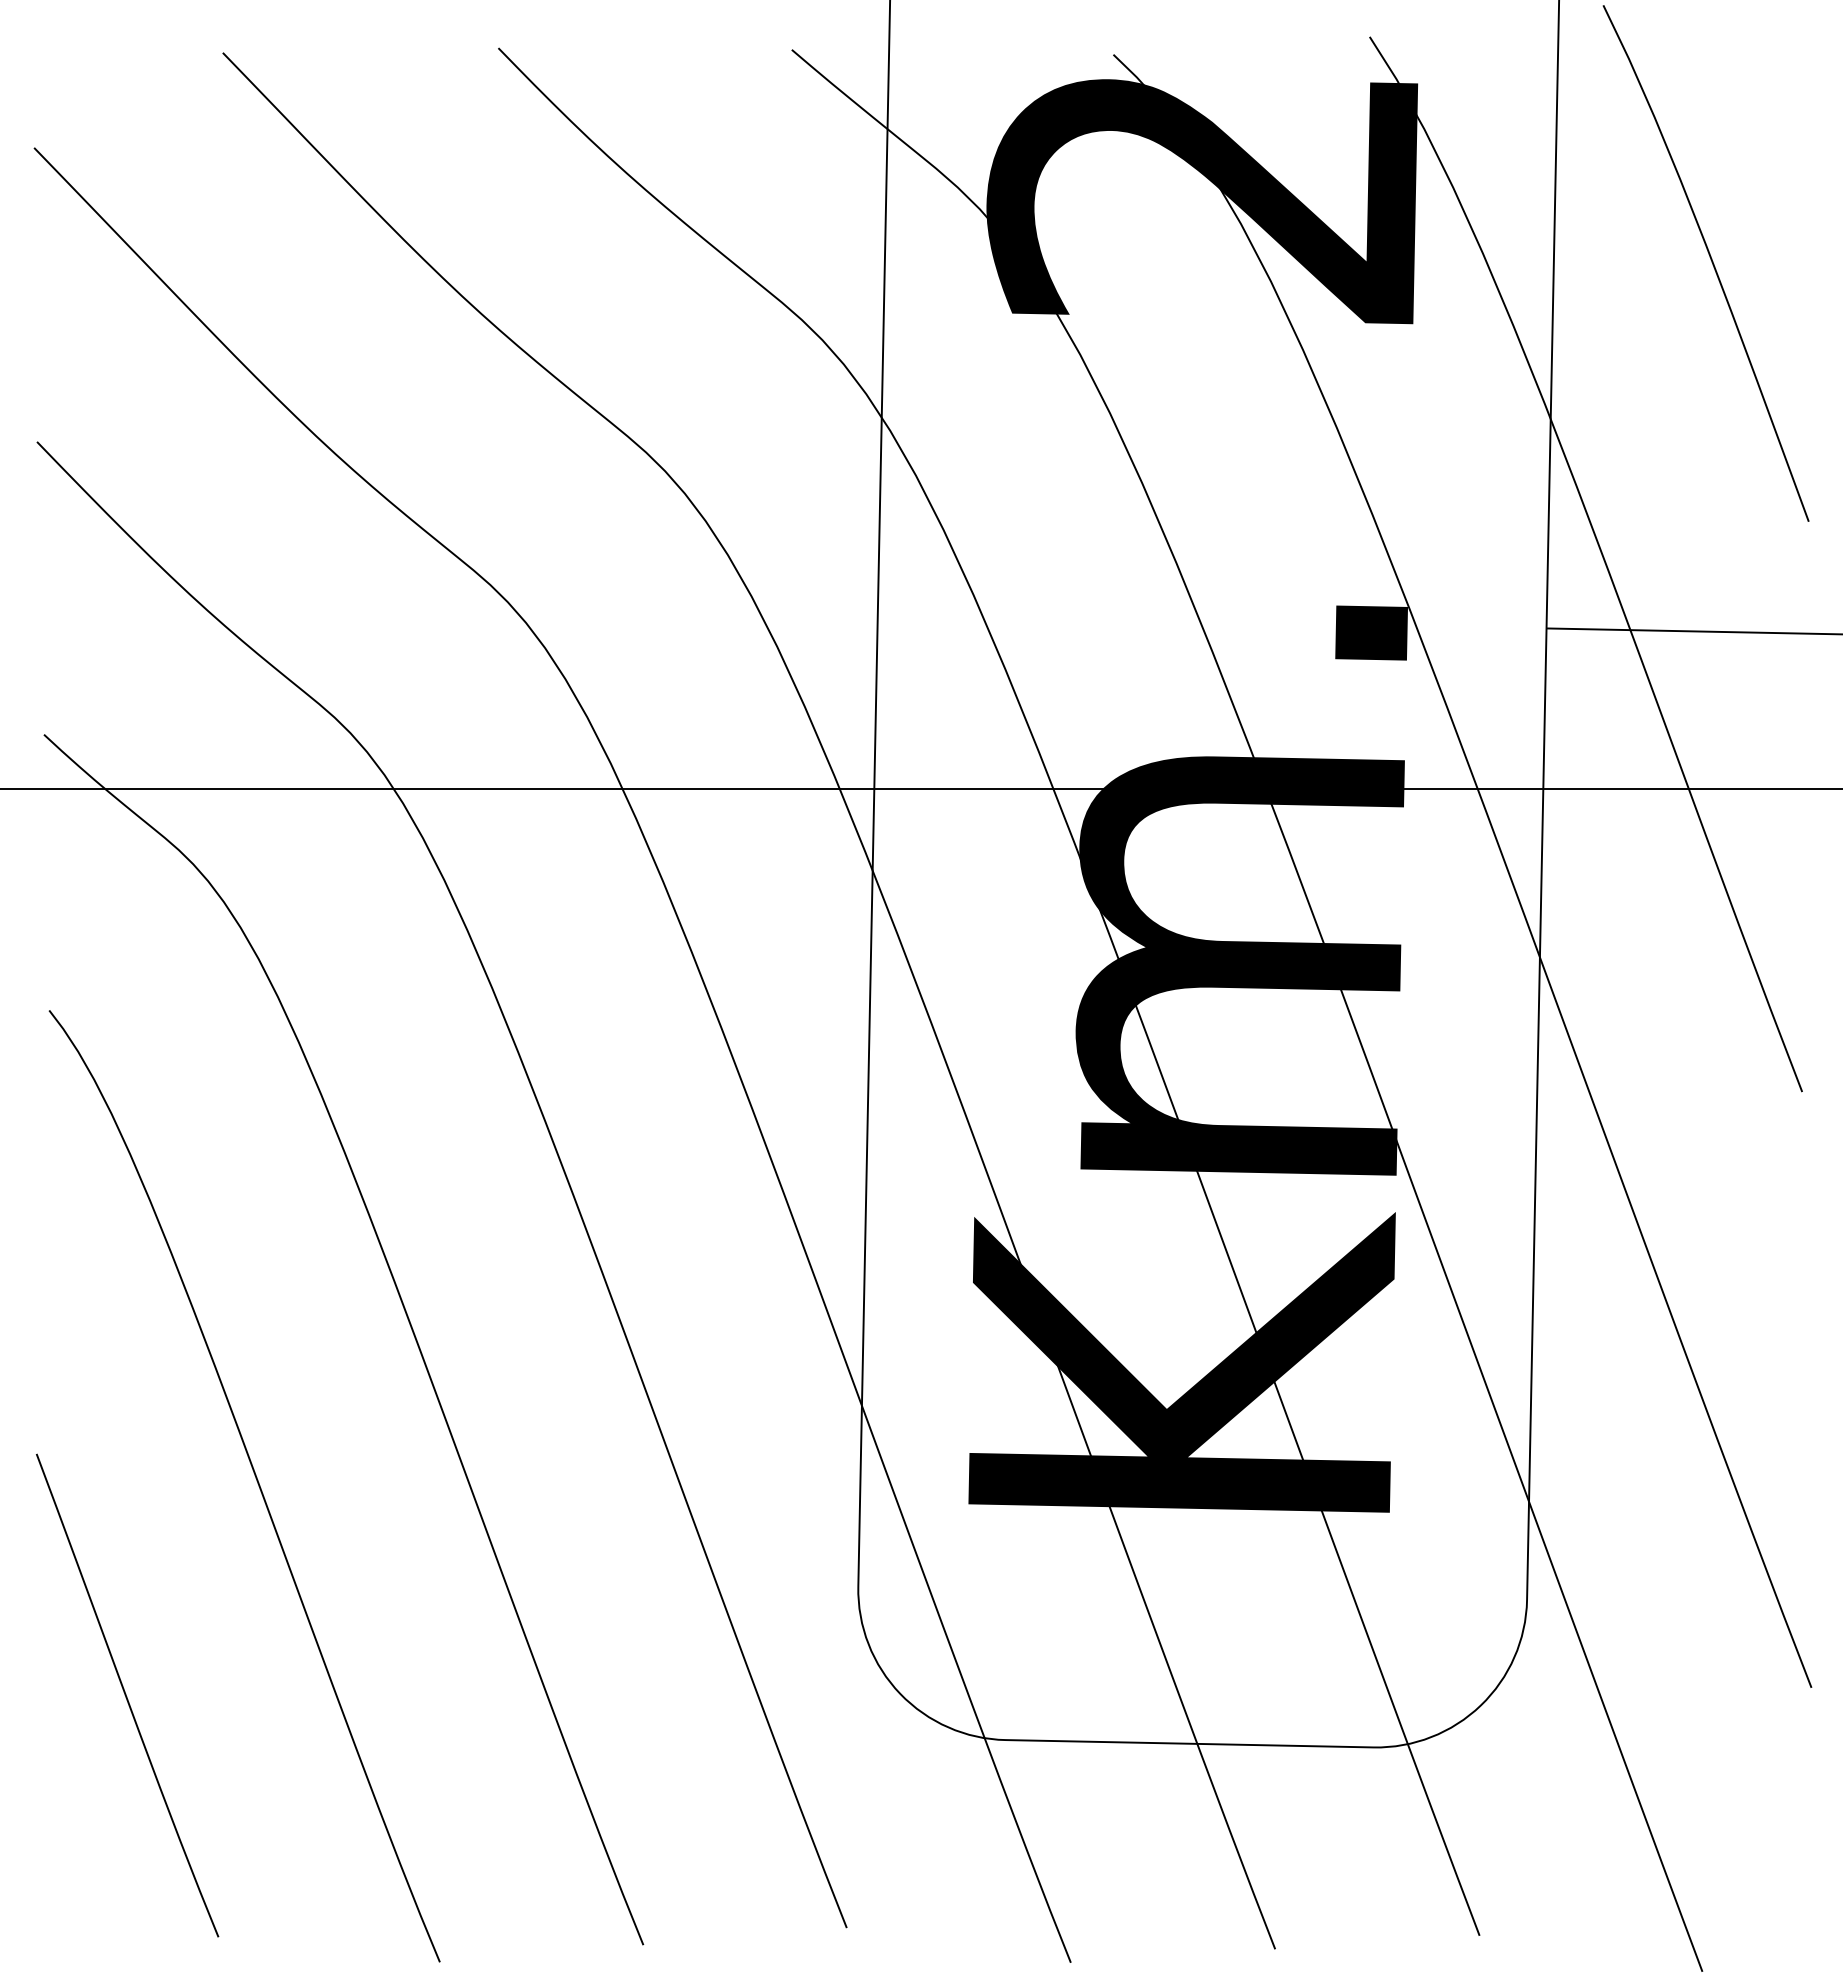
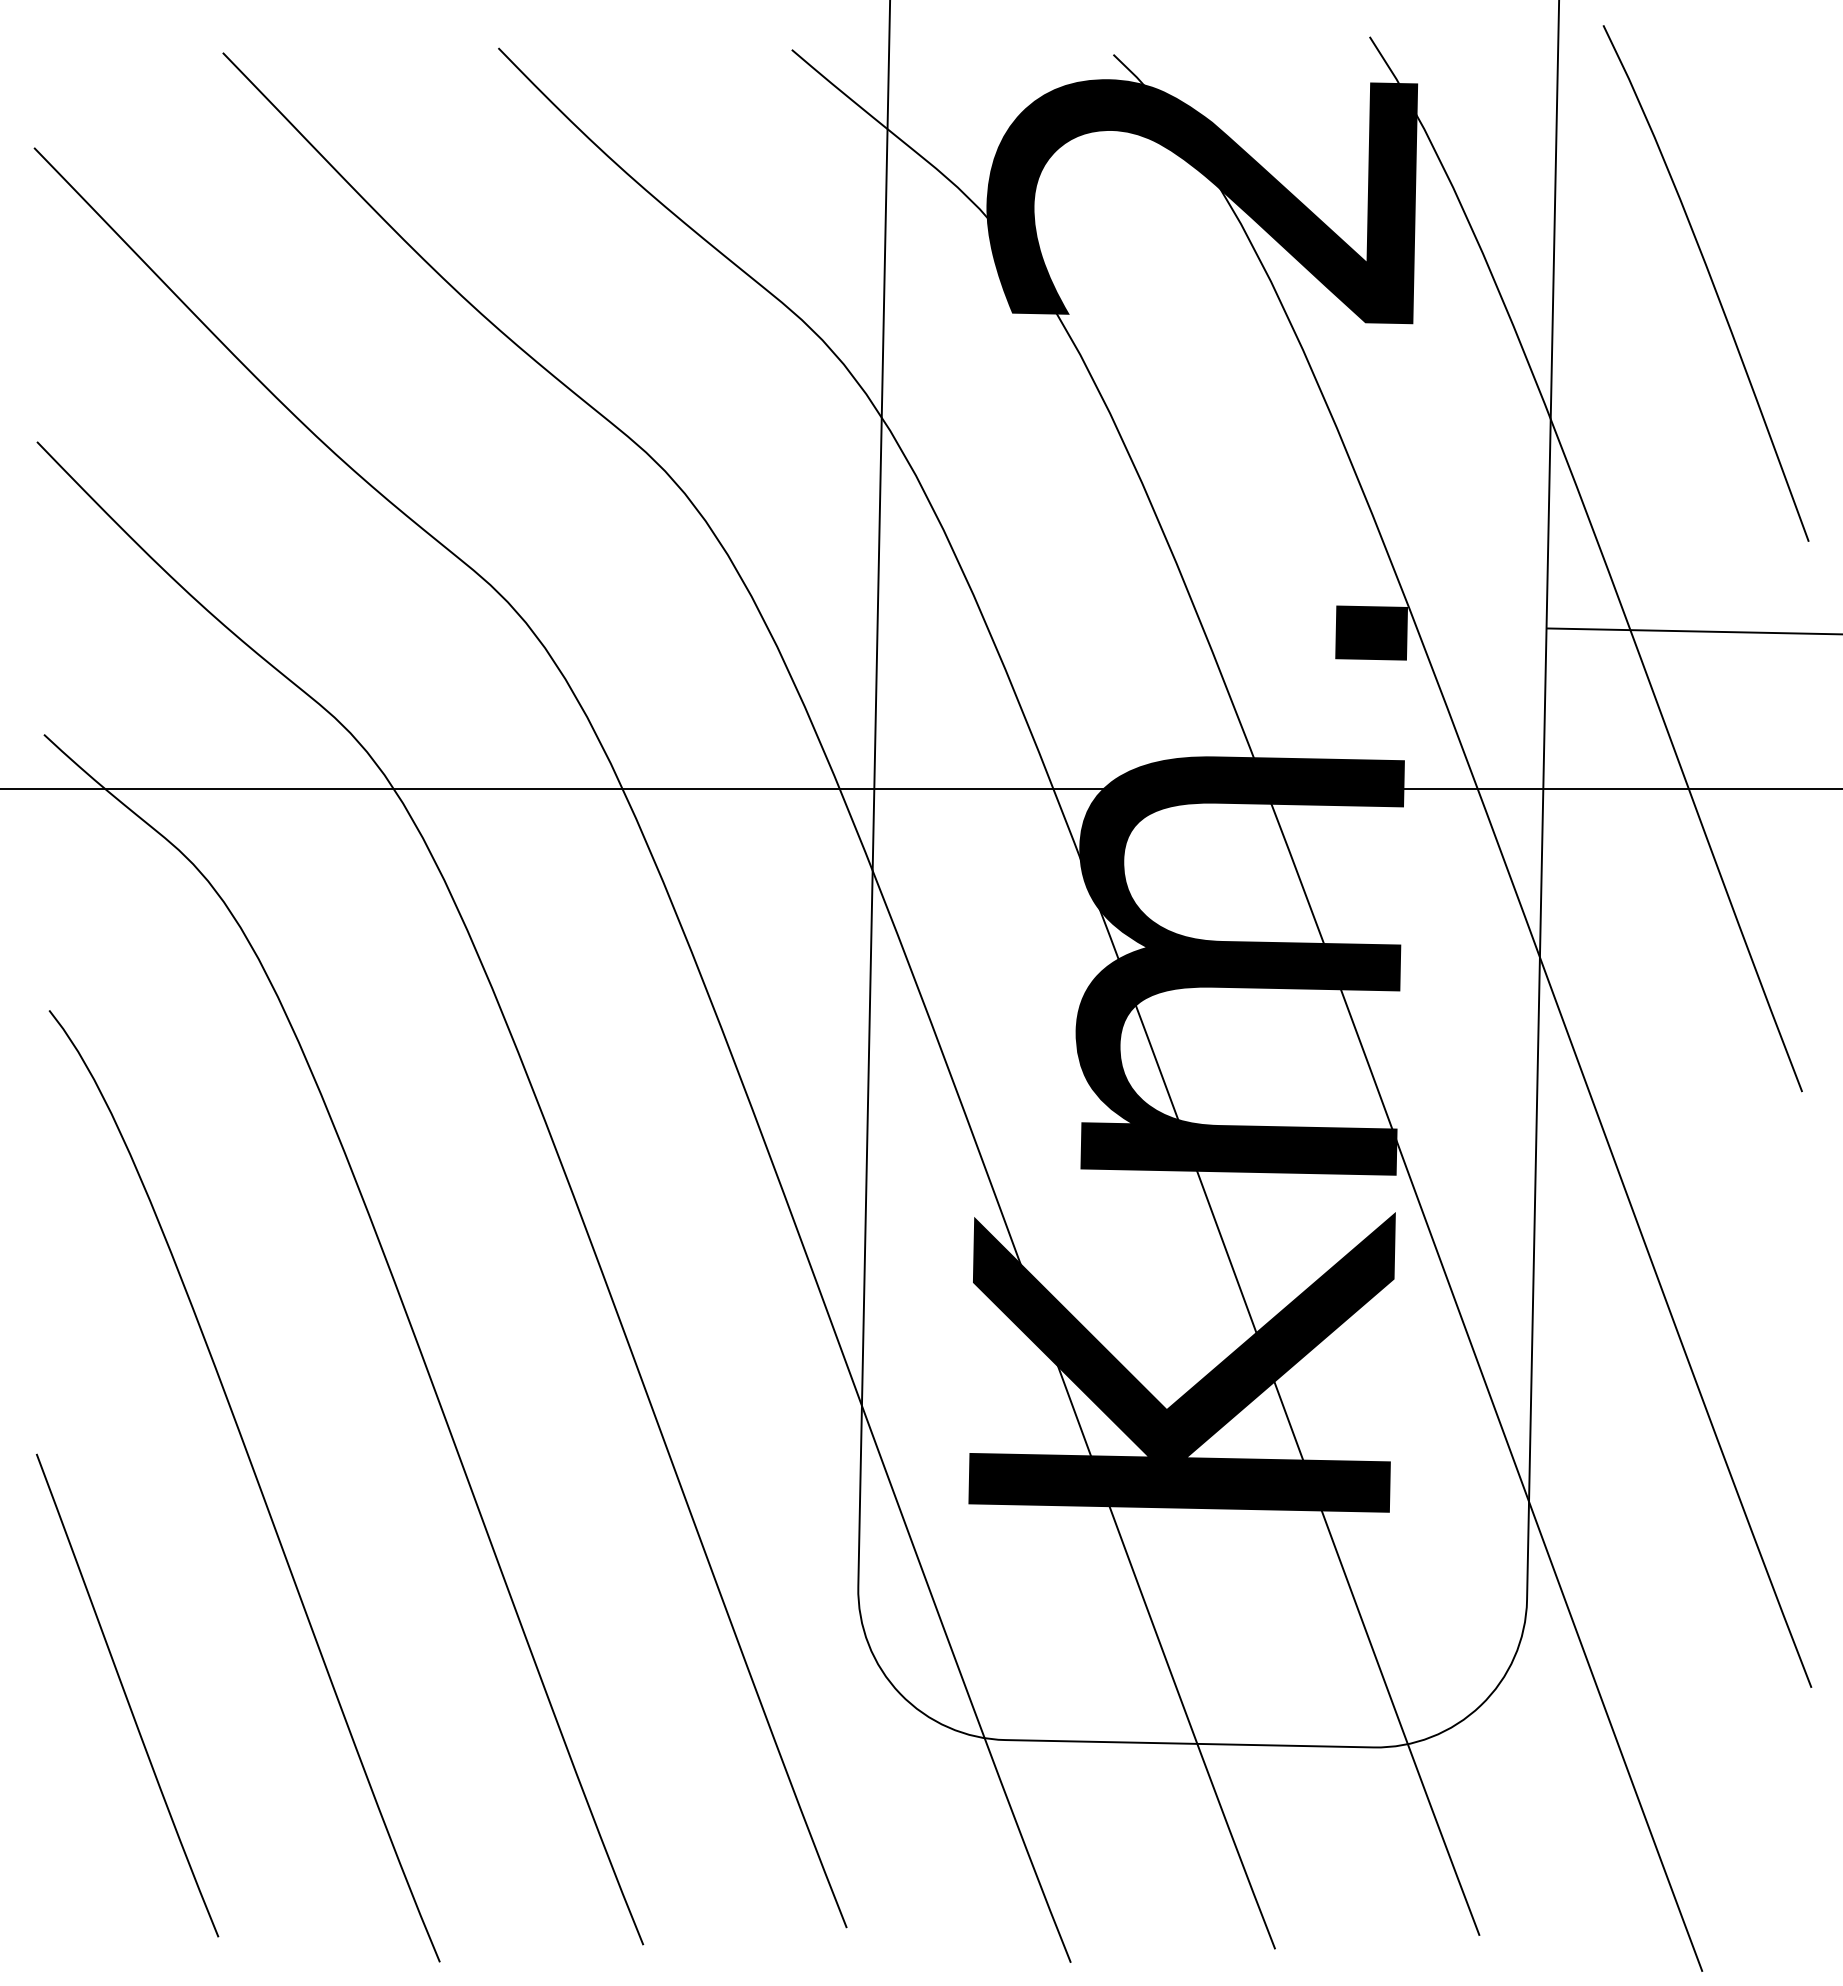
curve at (1711, 262) position: (1711, 262) -> (1711, 282)
